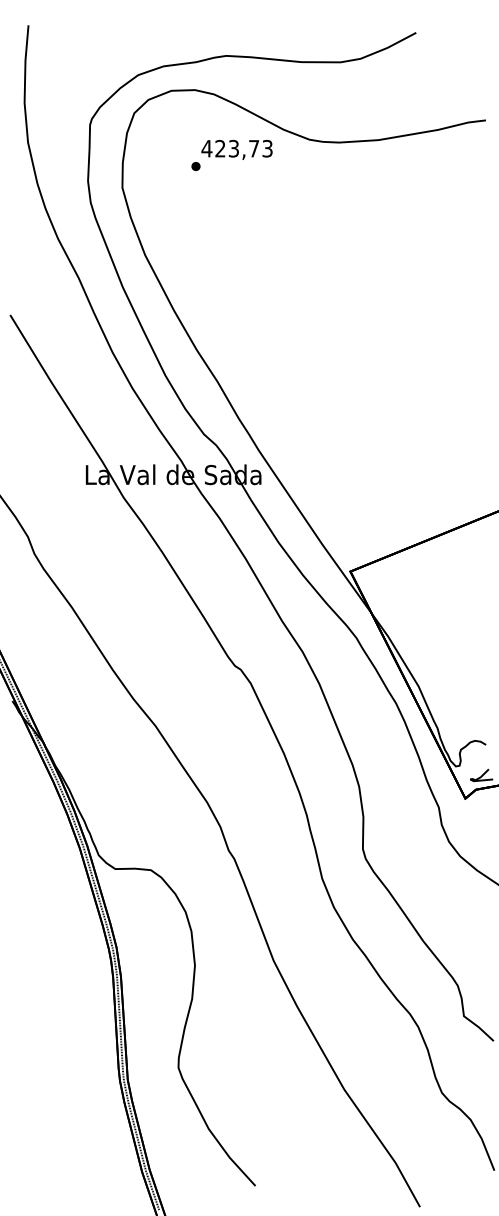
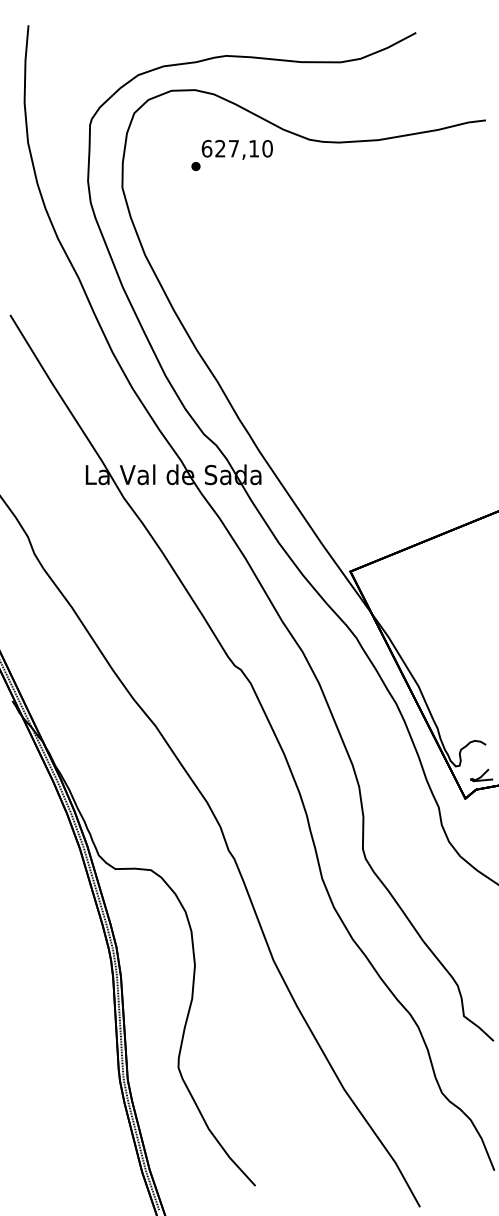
text at (236, 148): 423,73 -> 627,10
